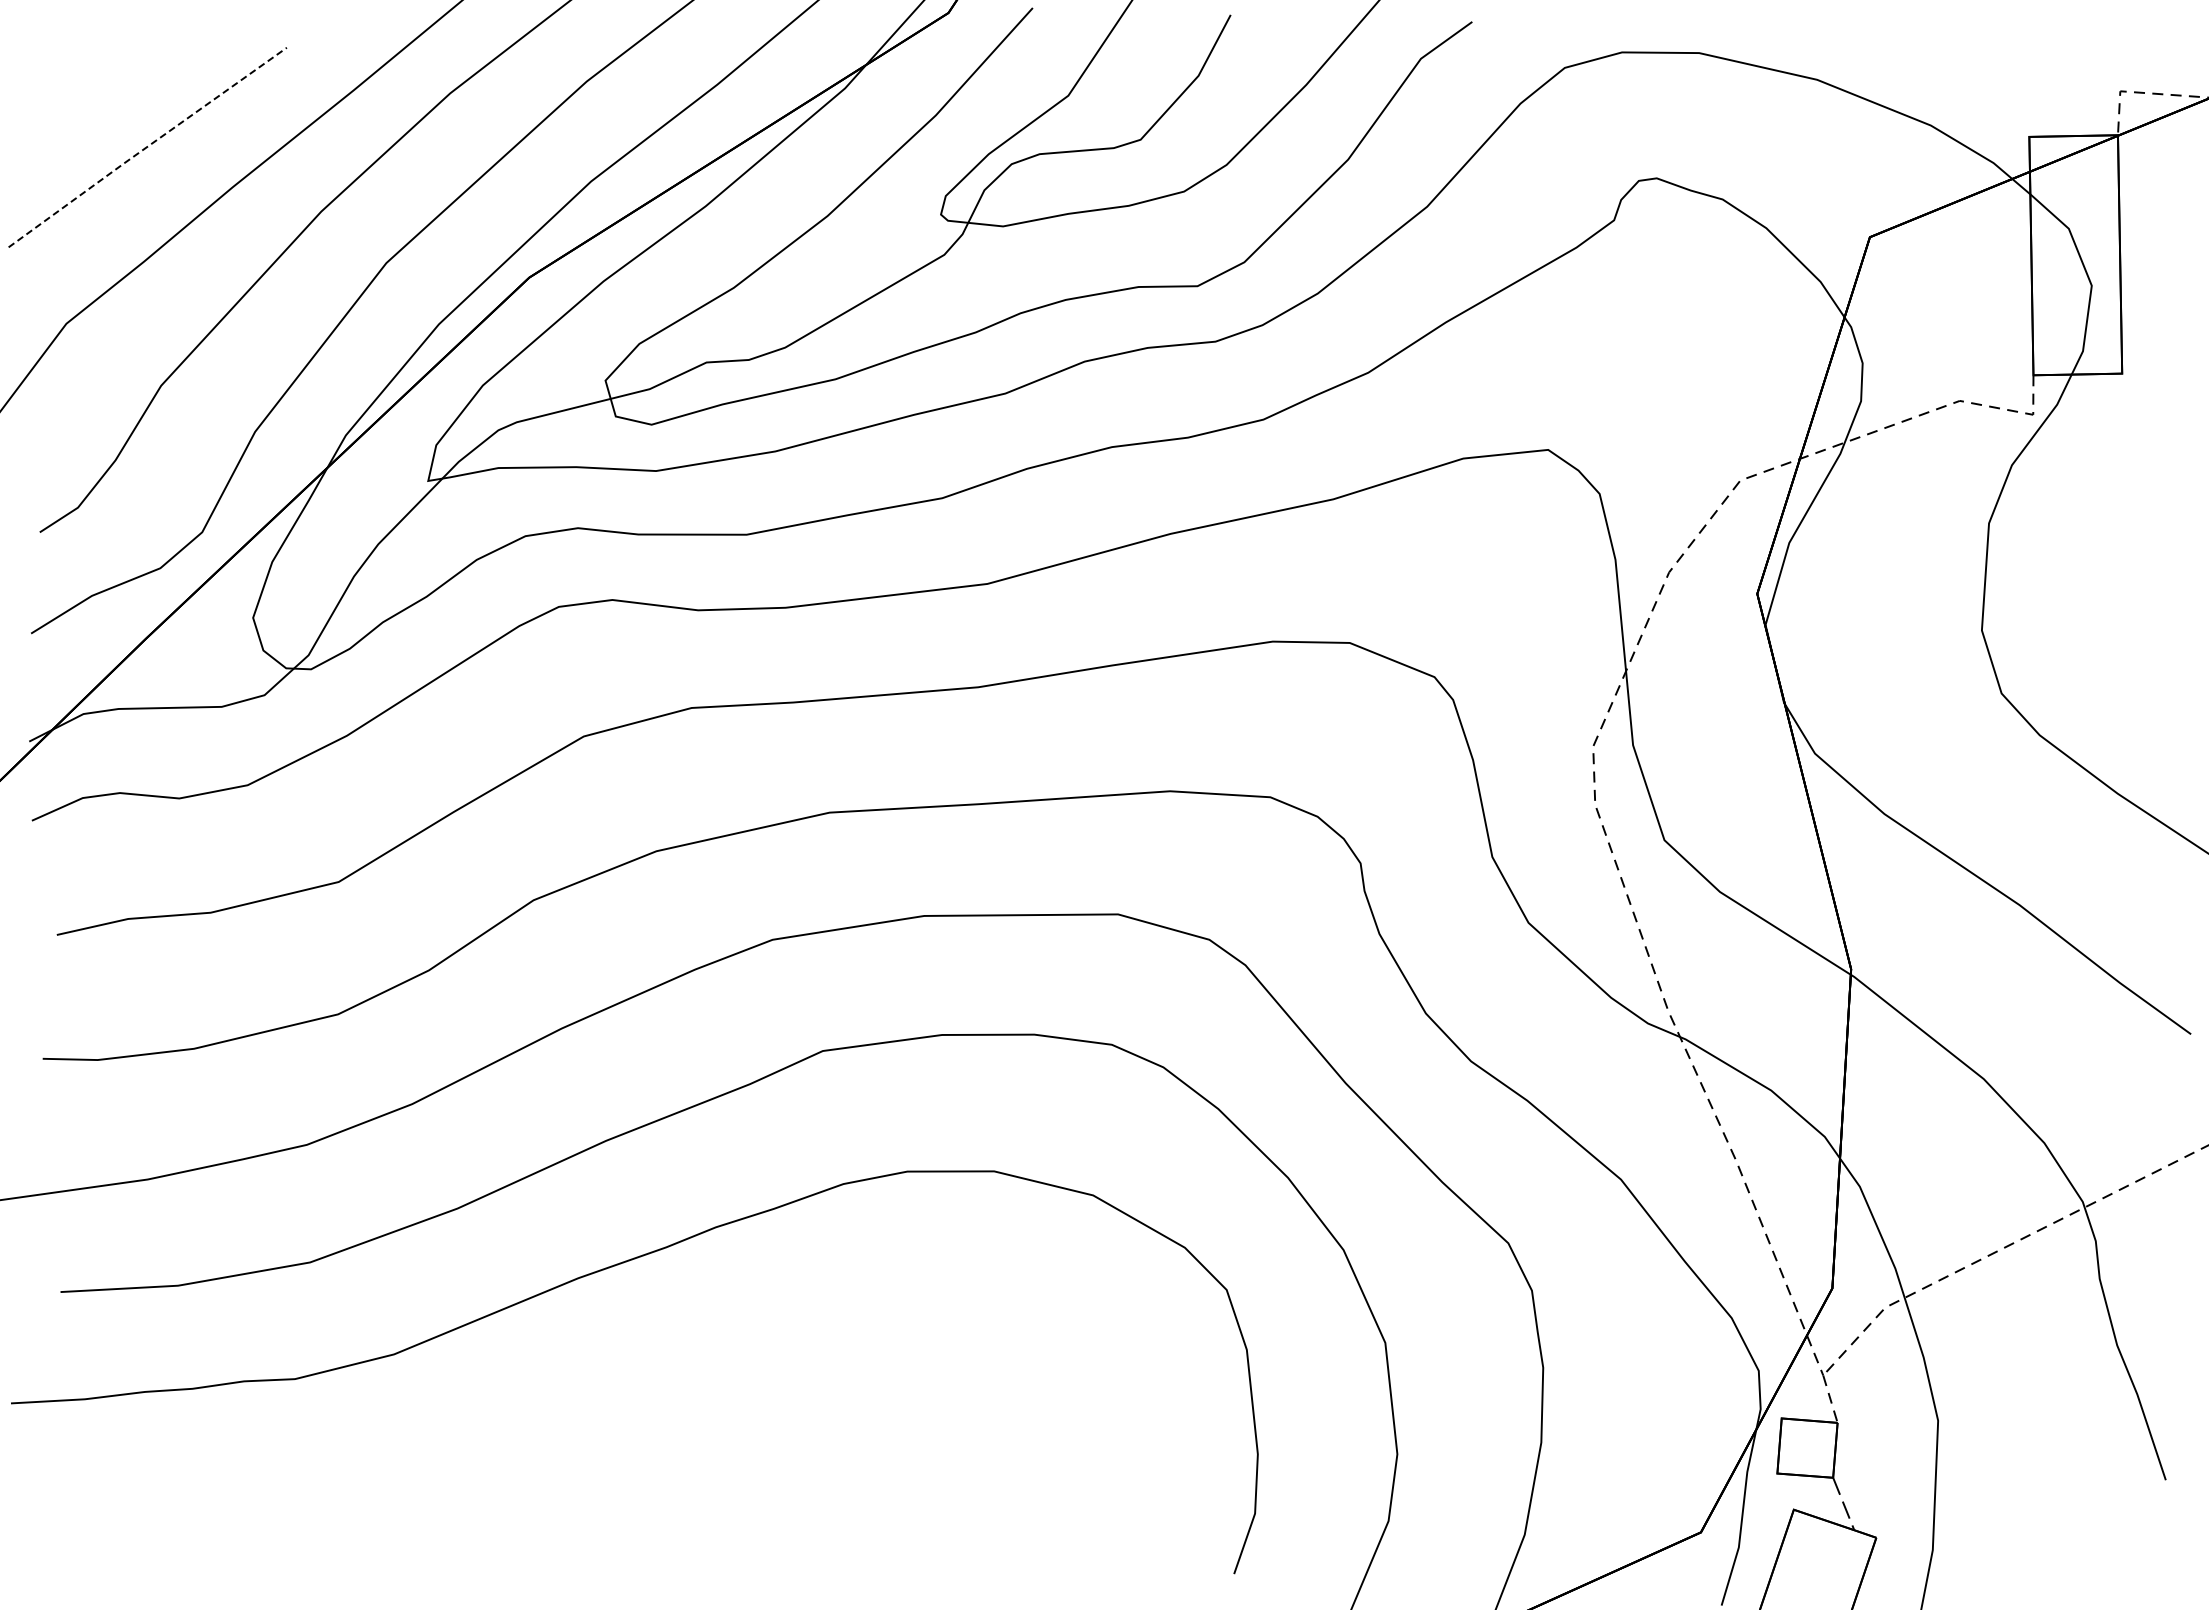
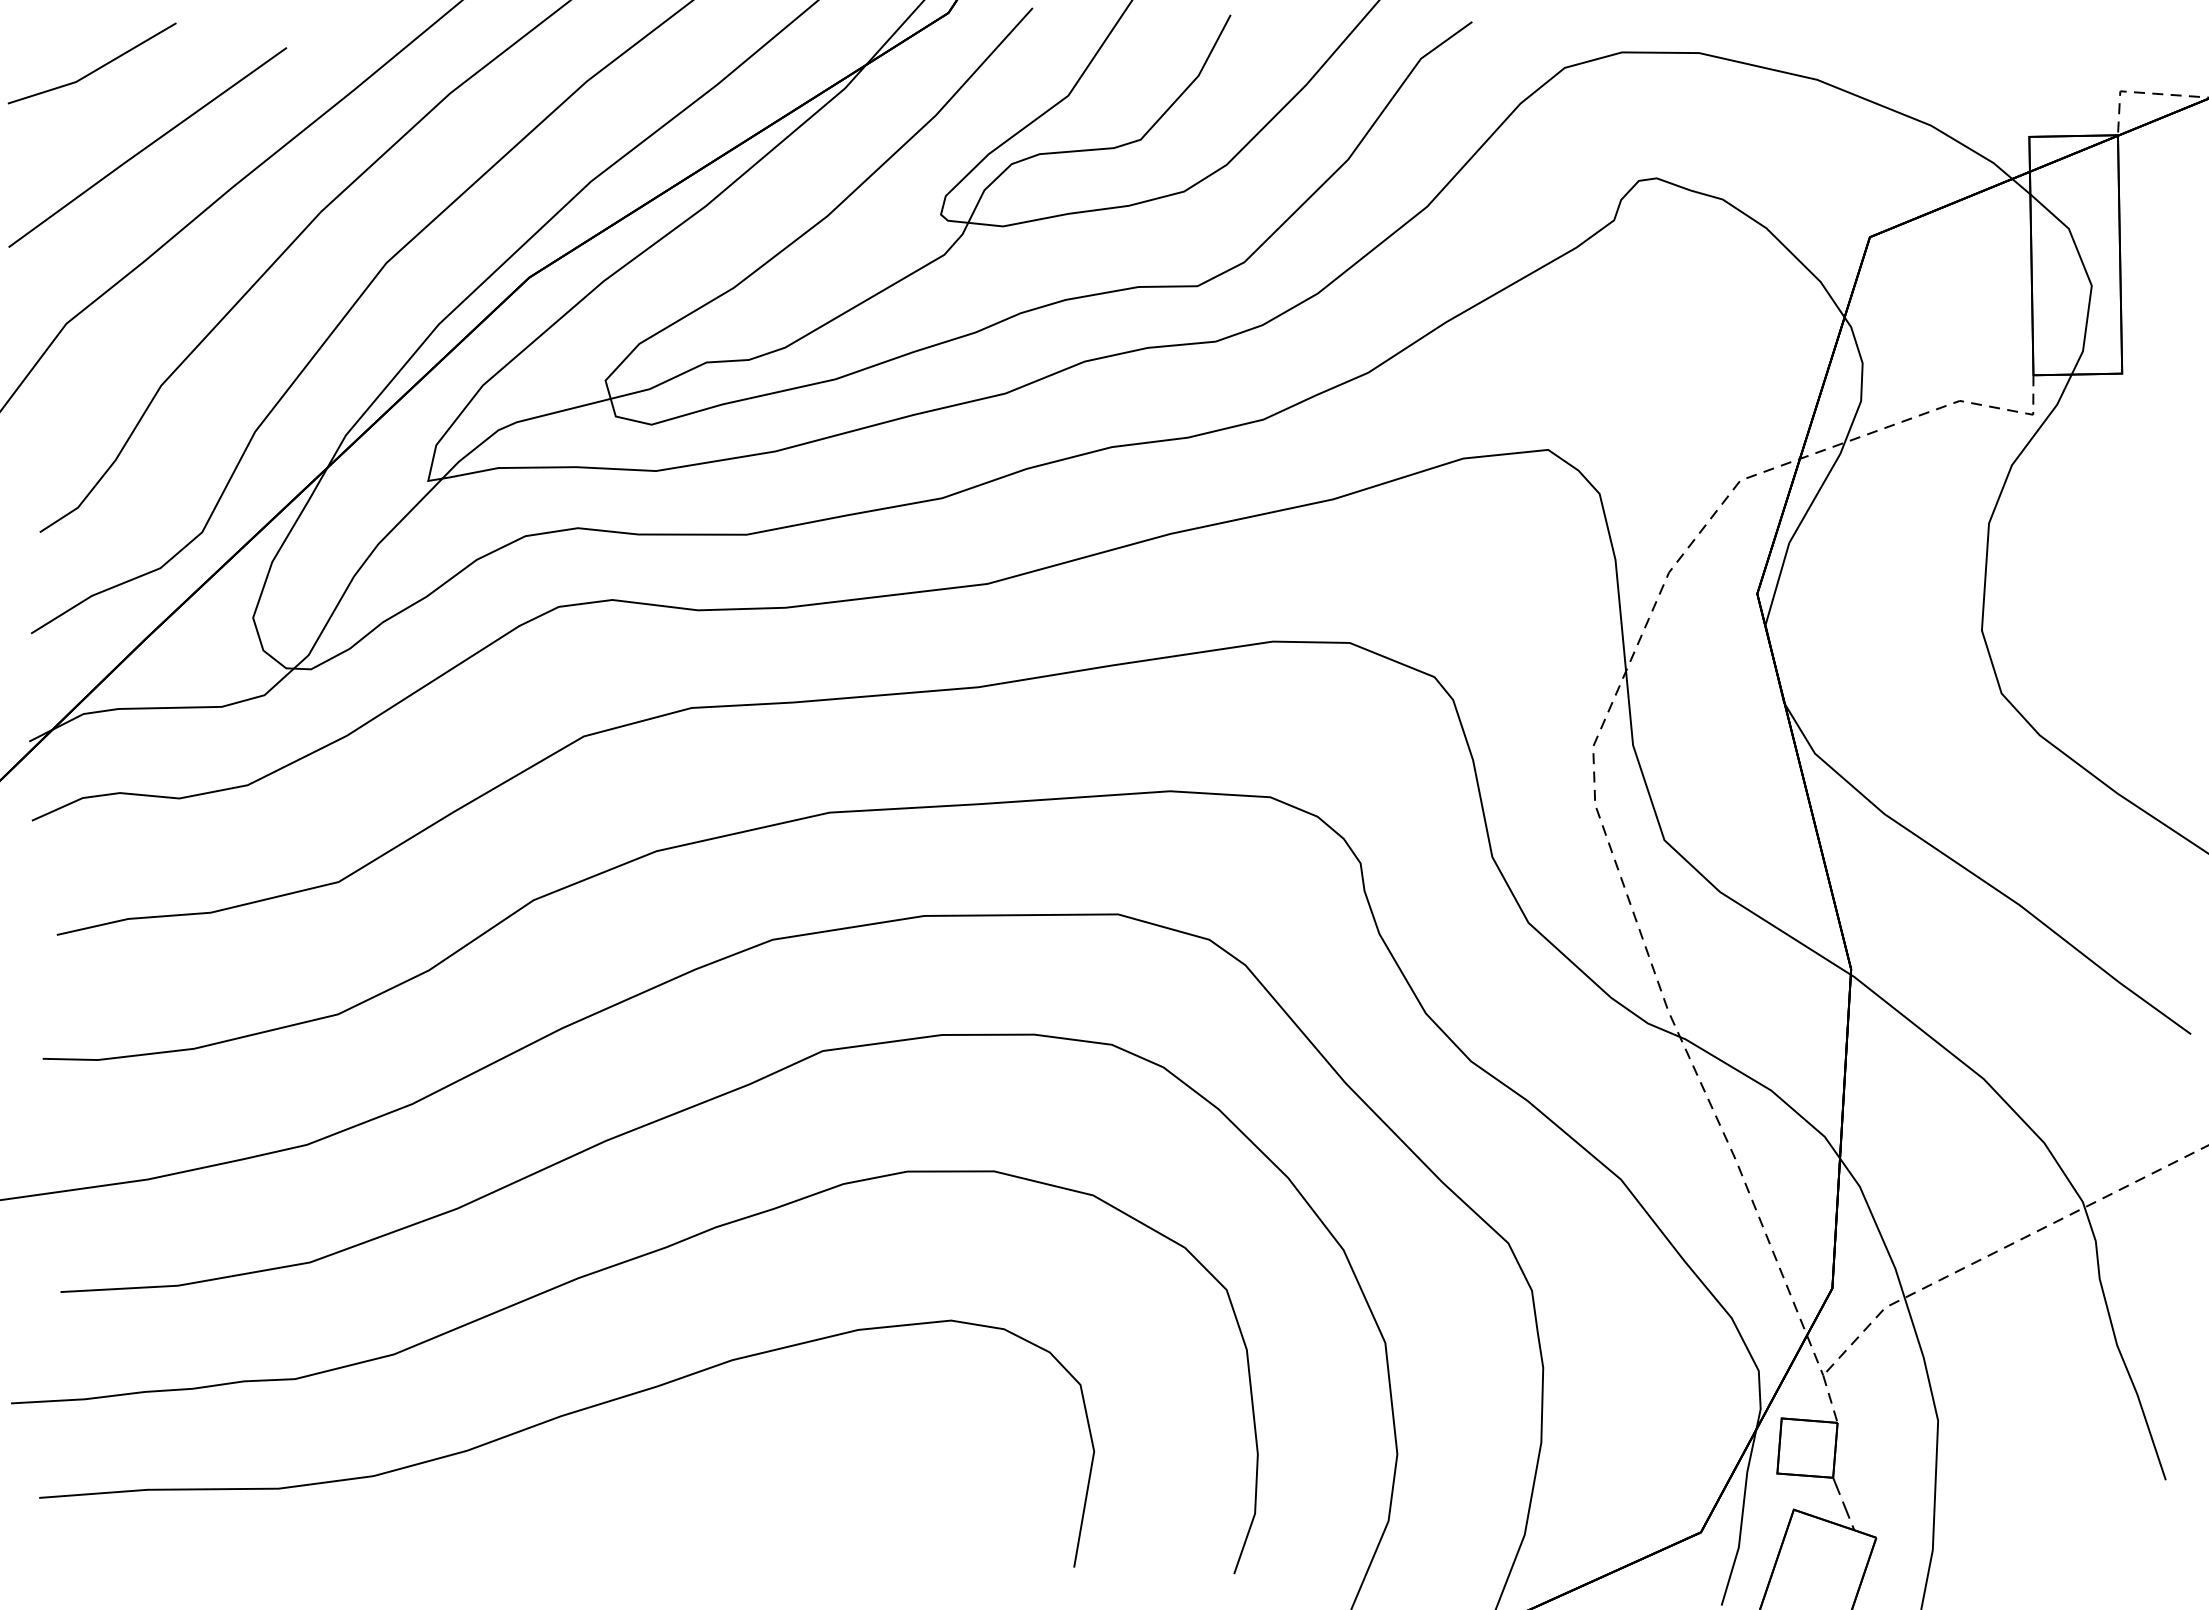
line at (95, 69): none -> present
line at (147, 147): dashed -> solid
curve at (558, 1418): none -> present
